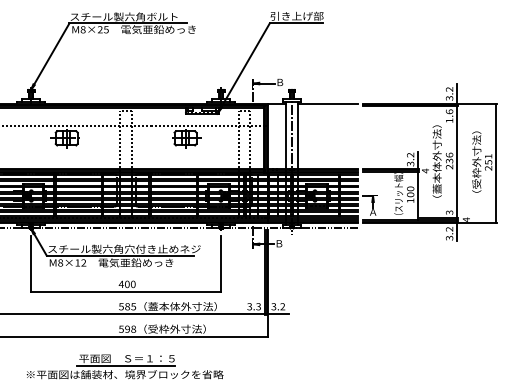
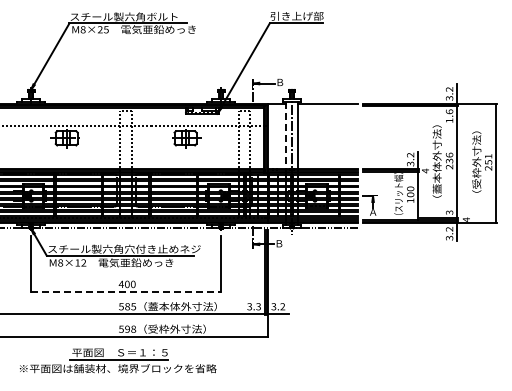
line at (286, 135): solid -> dashed
line at (126, 291): solid -> dashed
part at (124, 366) position: (124, 366) -> (117, 360)
